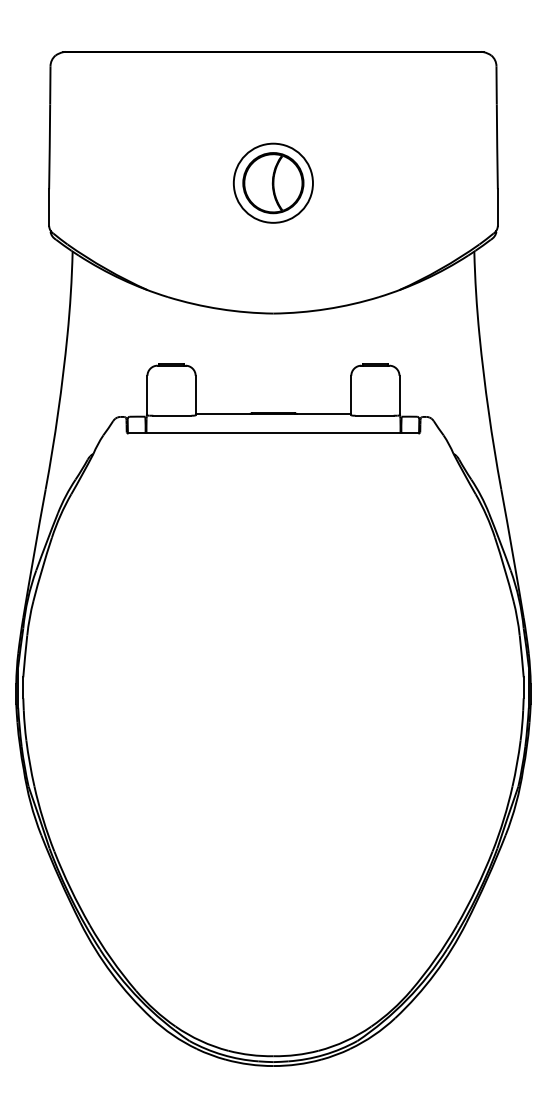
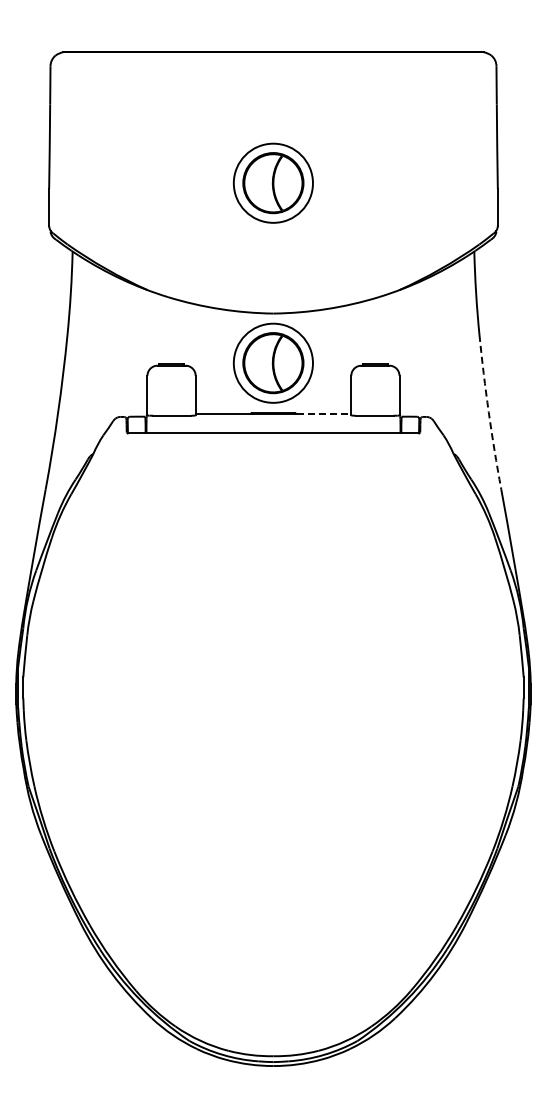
part at (272, 362): none -> present
arc at (488, 412): solid -> dashed
line at (324, 413): solid -> dashed
